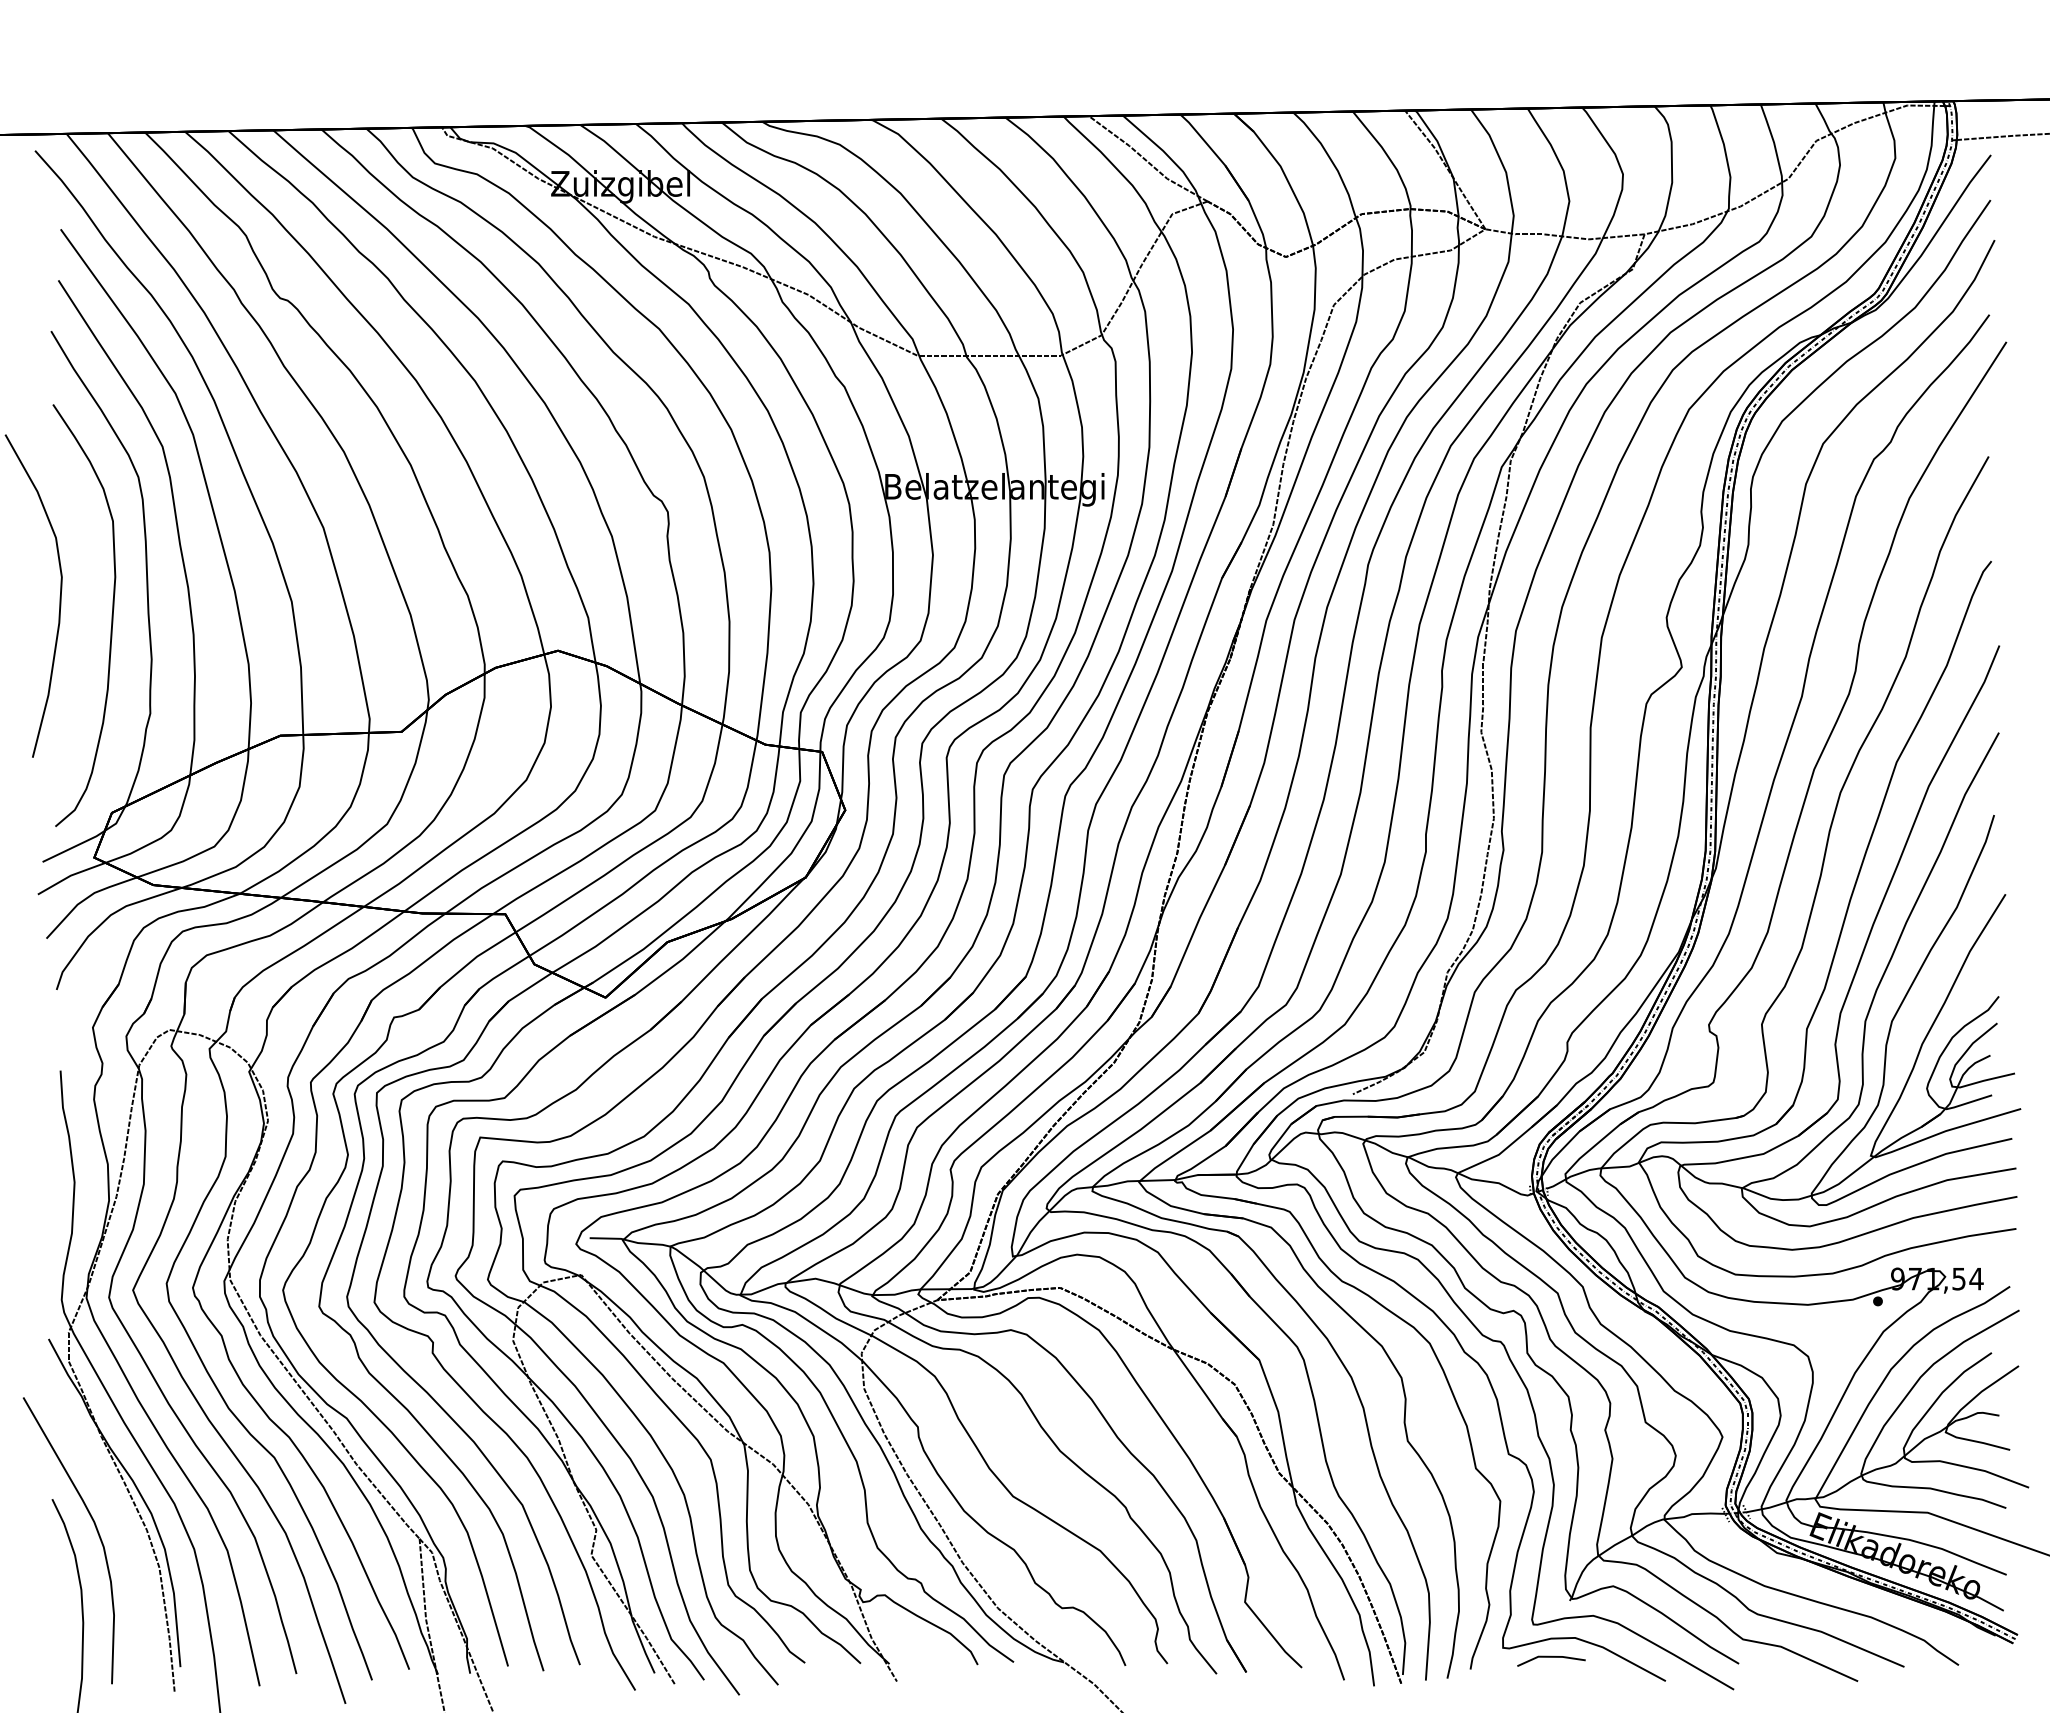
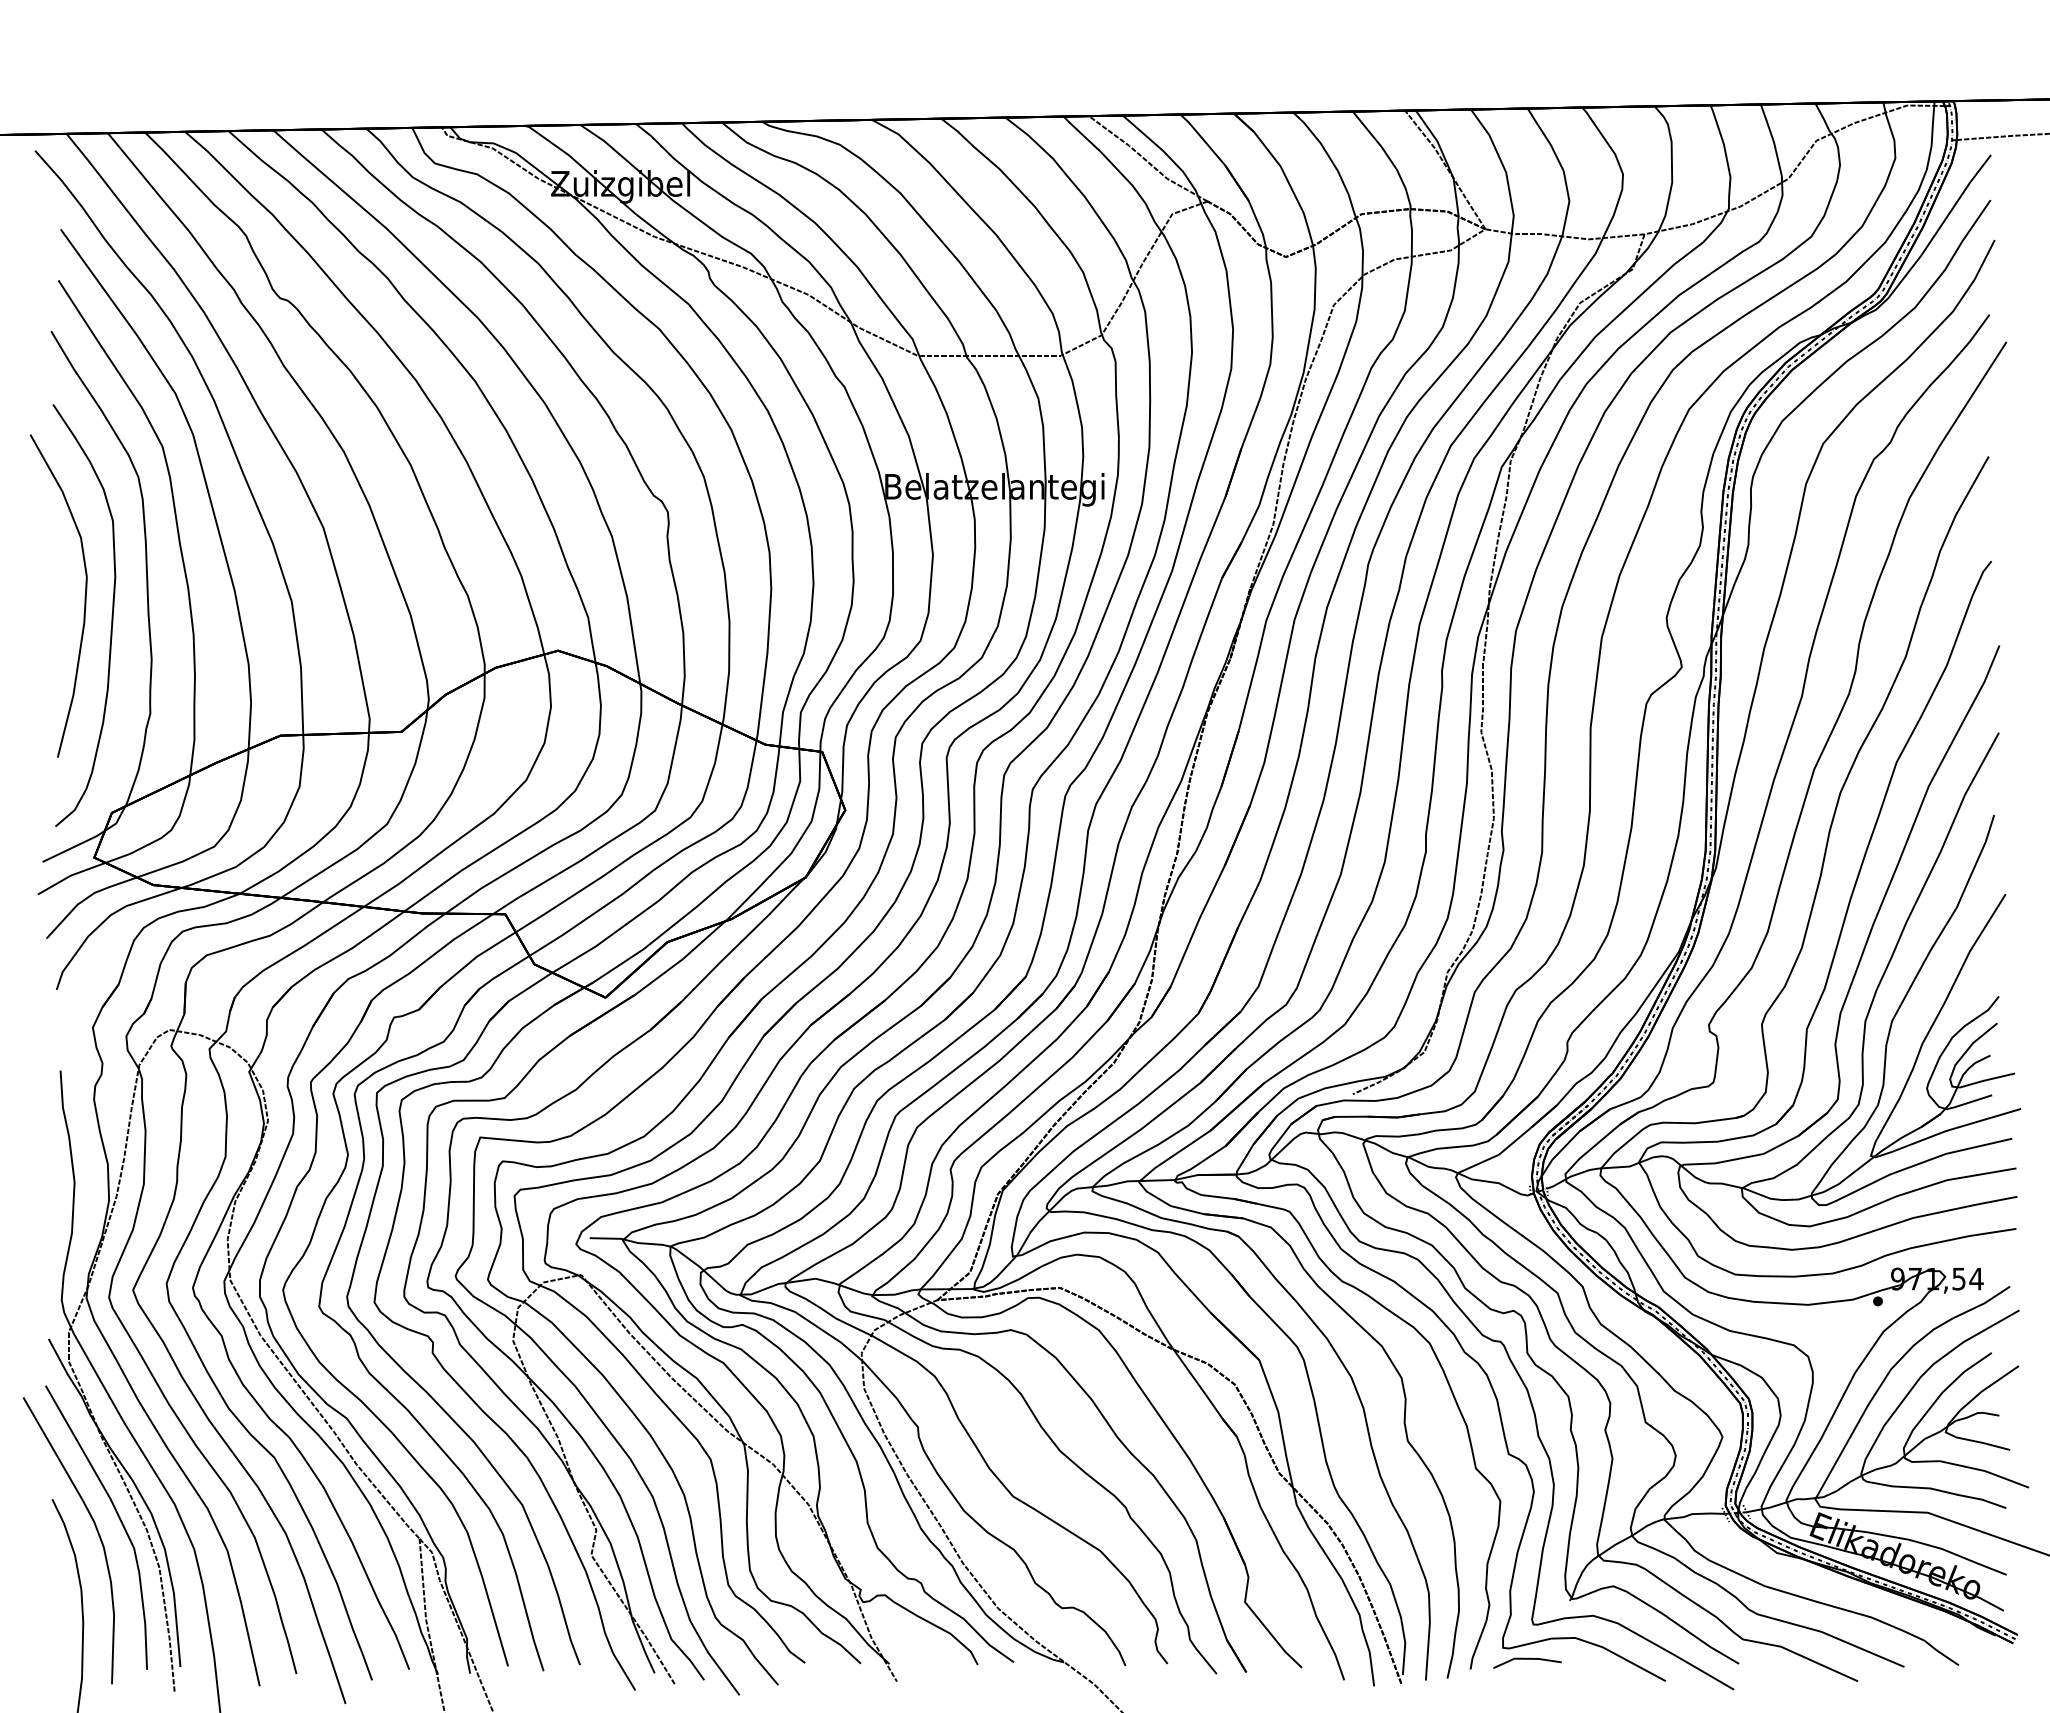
curve at (59, 596) position: (59, 596) -> (84, 596)
curve at (117, 1516): none -> present
line at (1551, 1657) position: (1551, 1657) -> (1527, 1659)
